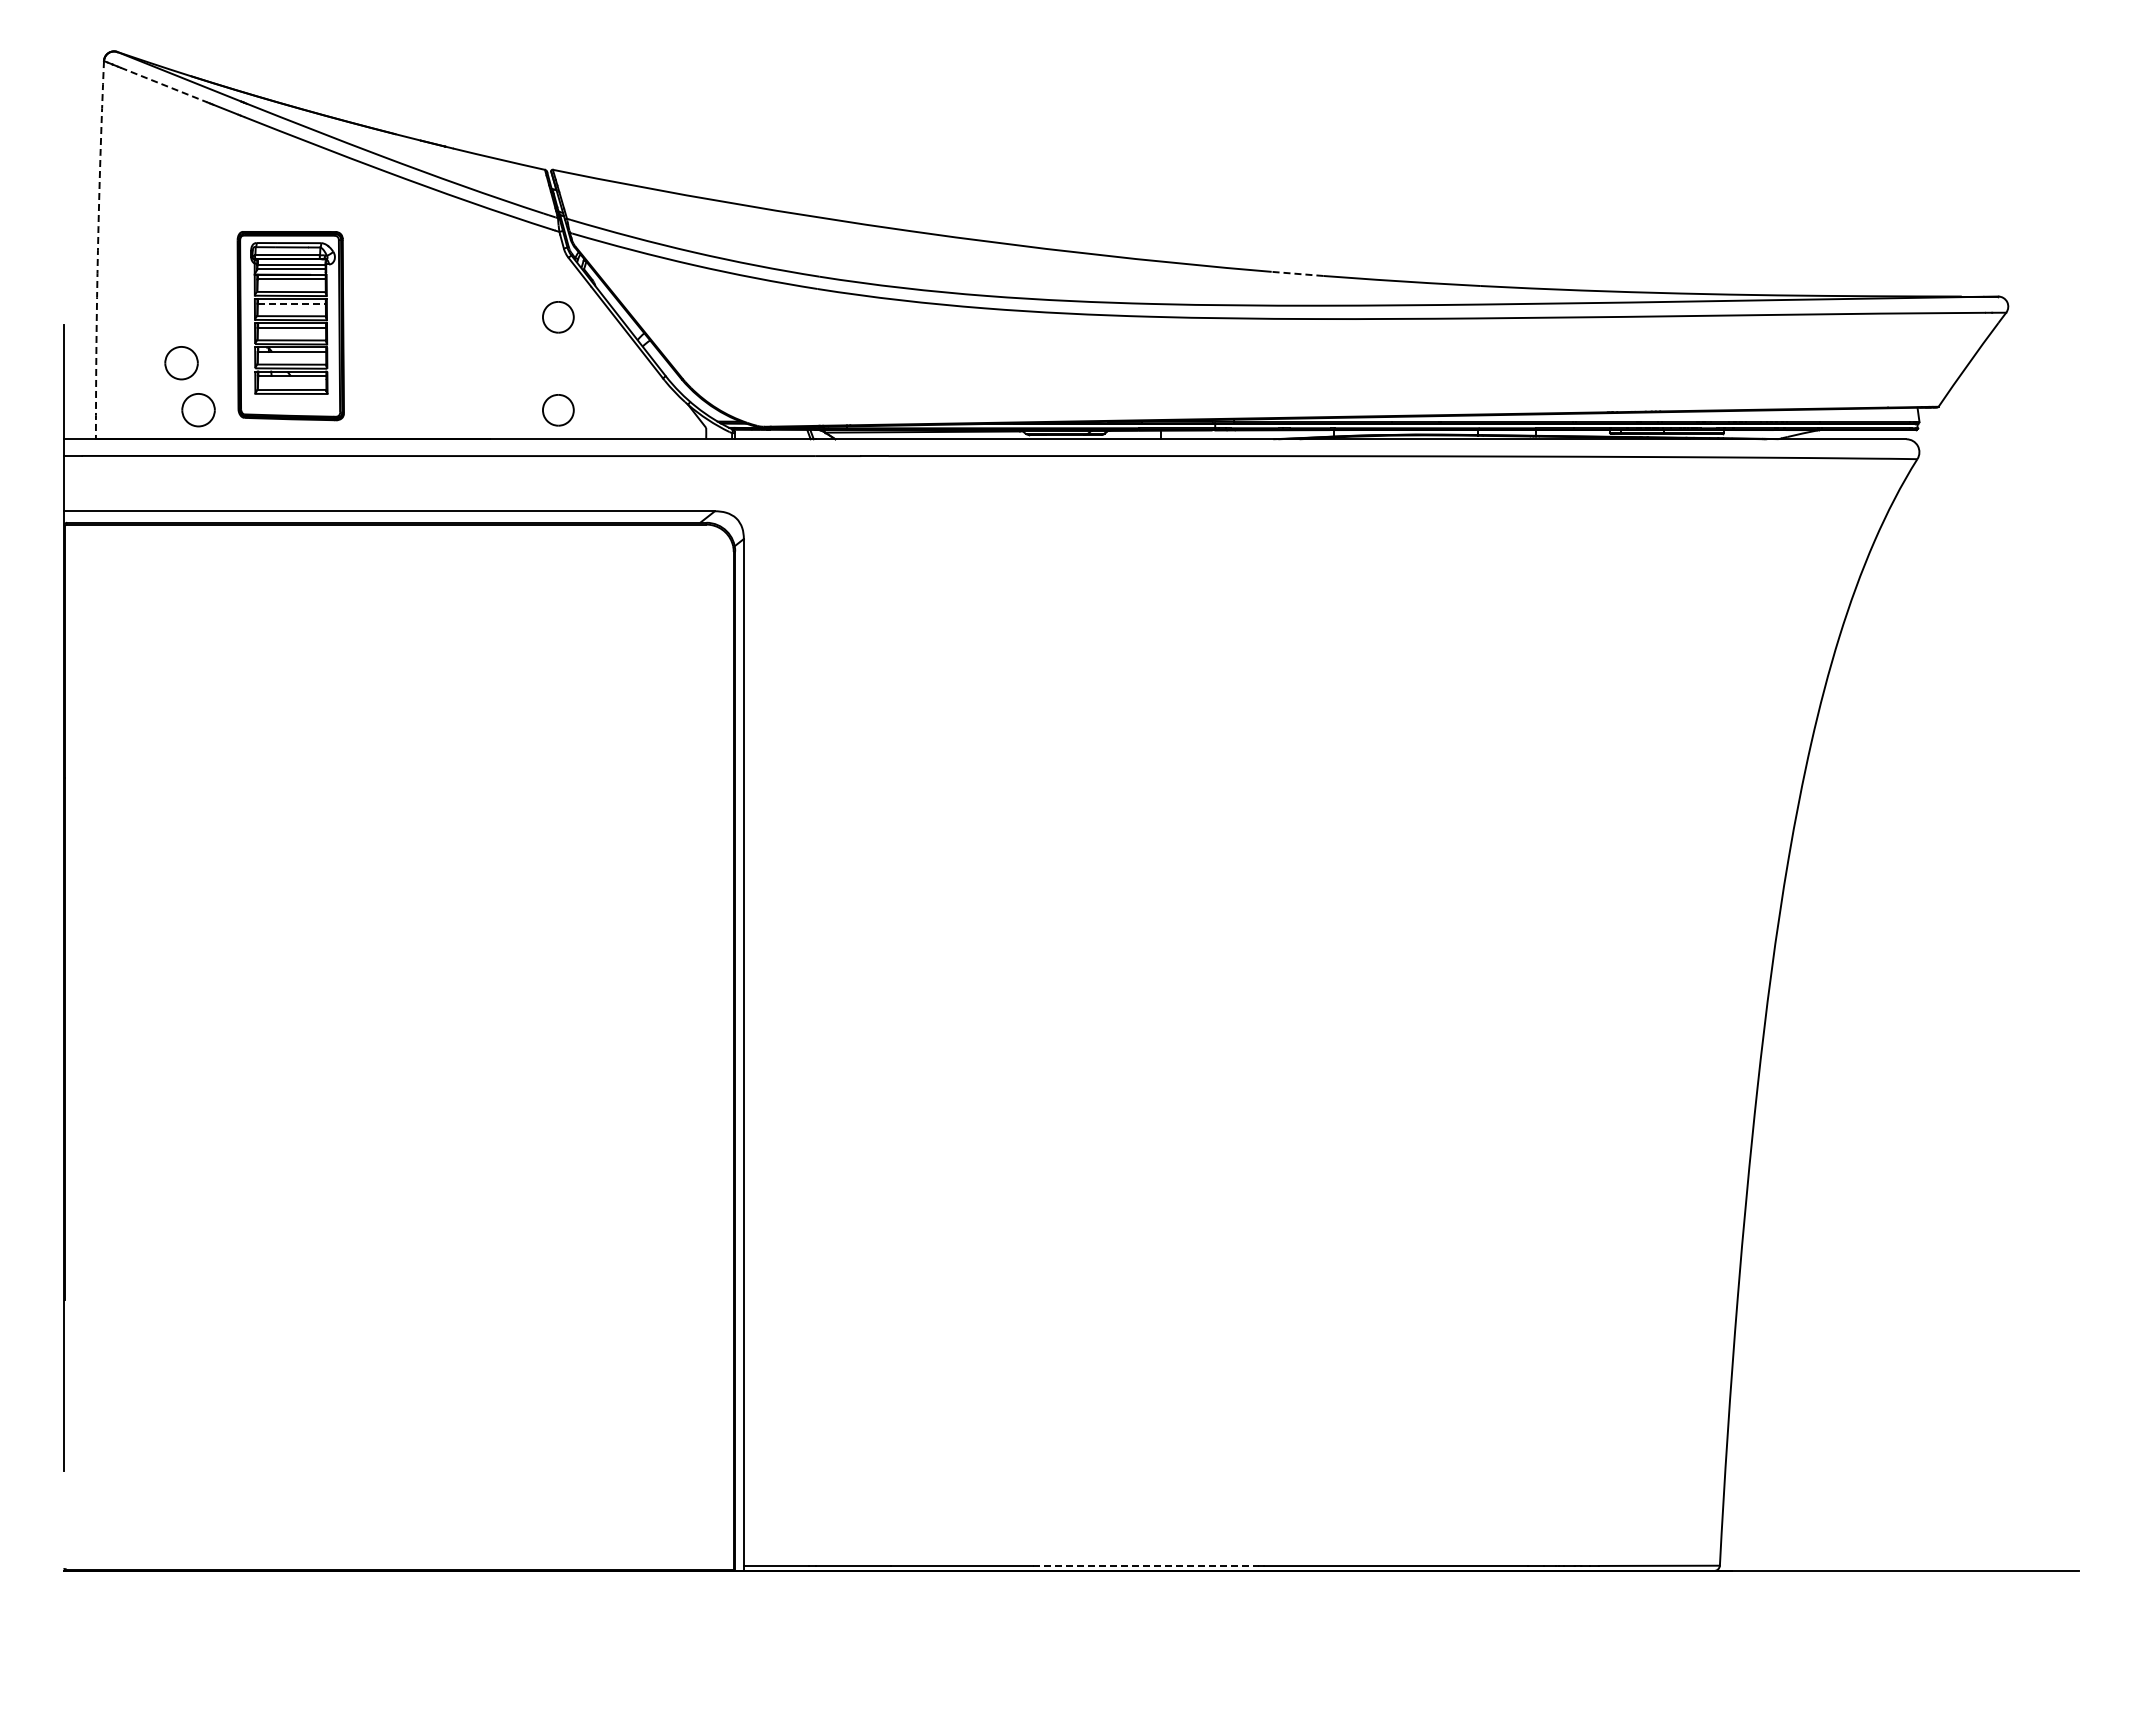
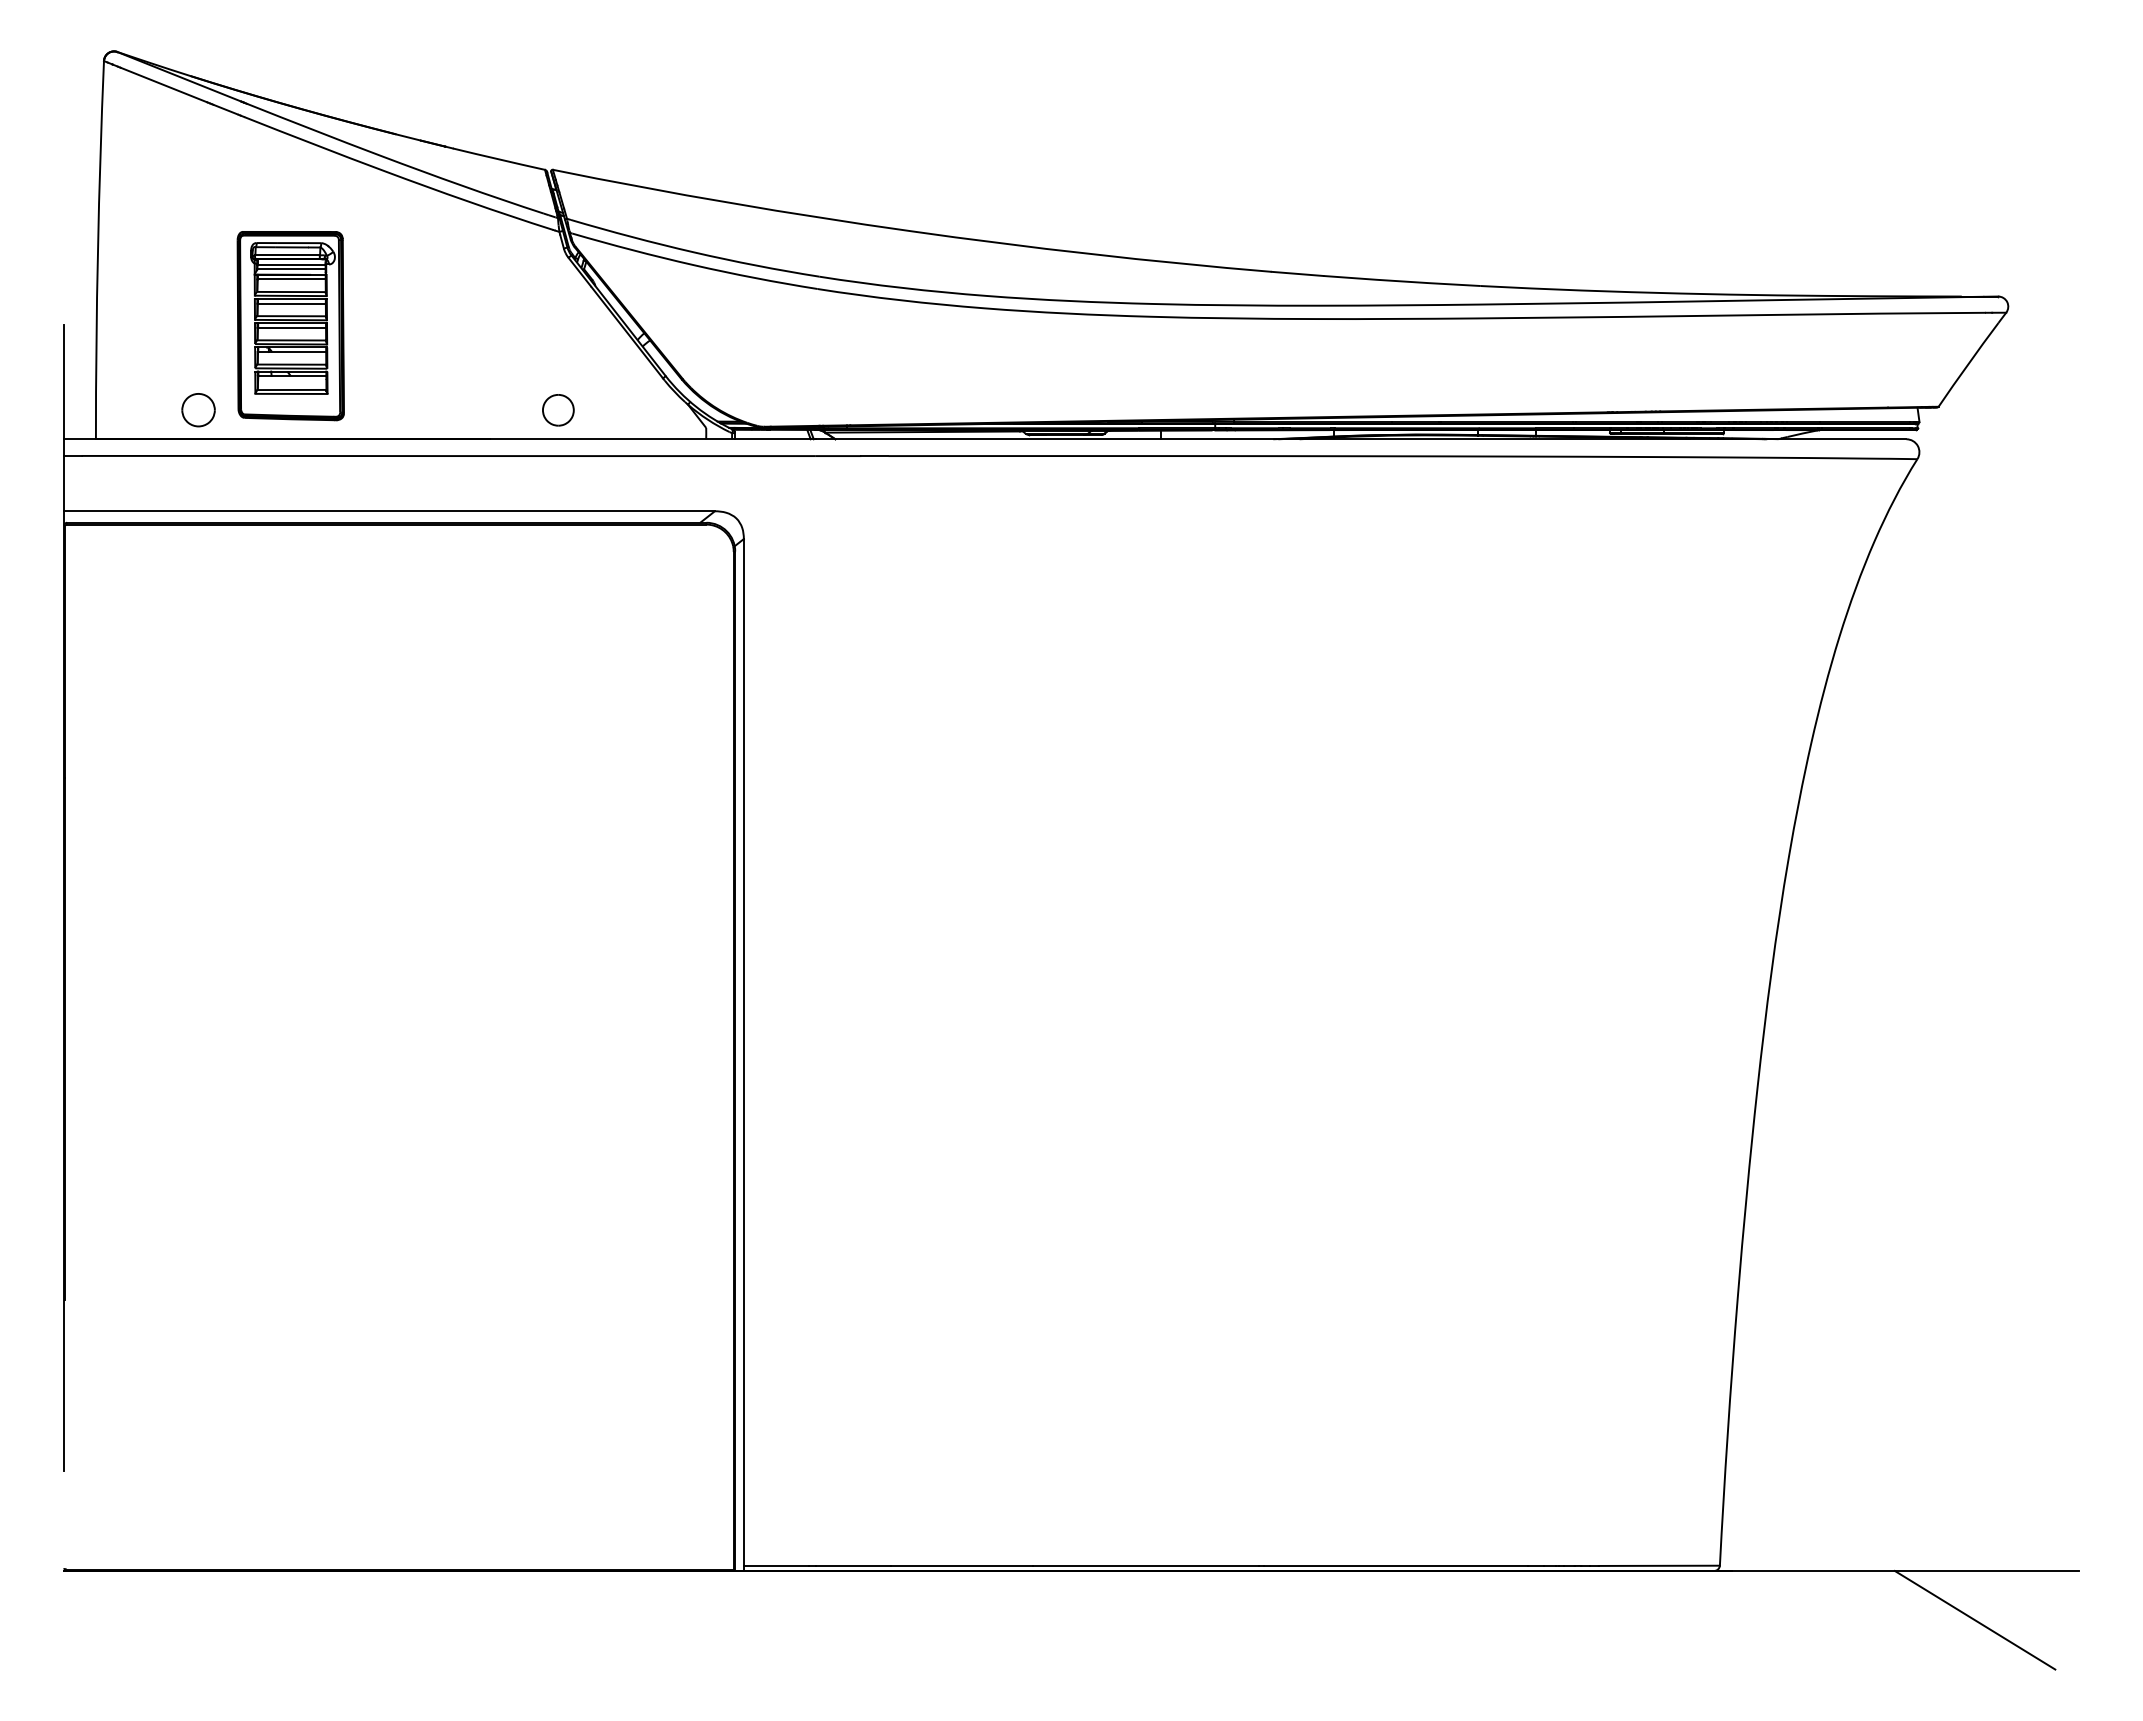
line at (163, 85): dashed -> solid
arc at (97, 250): dashed -> solid
line at (1297, 273): dashed -> solid
line at (292, 303): dashed -> solid
part at (558, 317): present -> none
part at (181, 363): present -> none
line at (1146, 1566): dashed -> solid
line at (1974, 1619): none -> present
